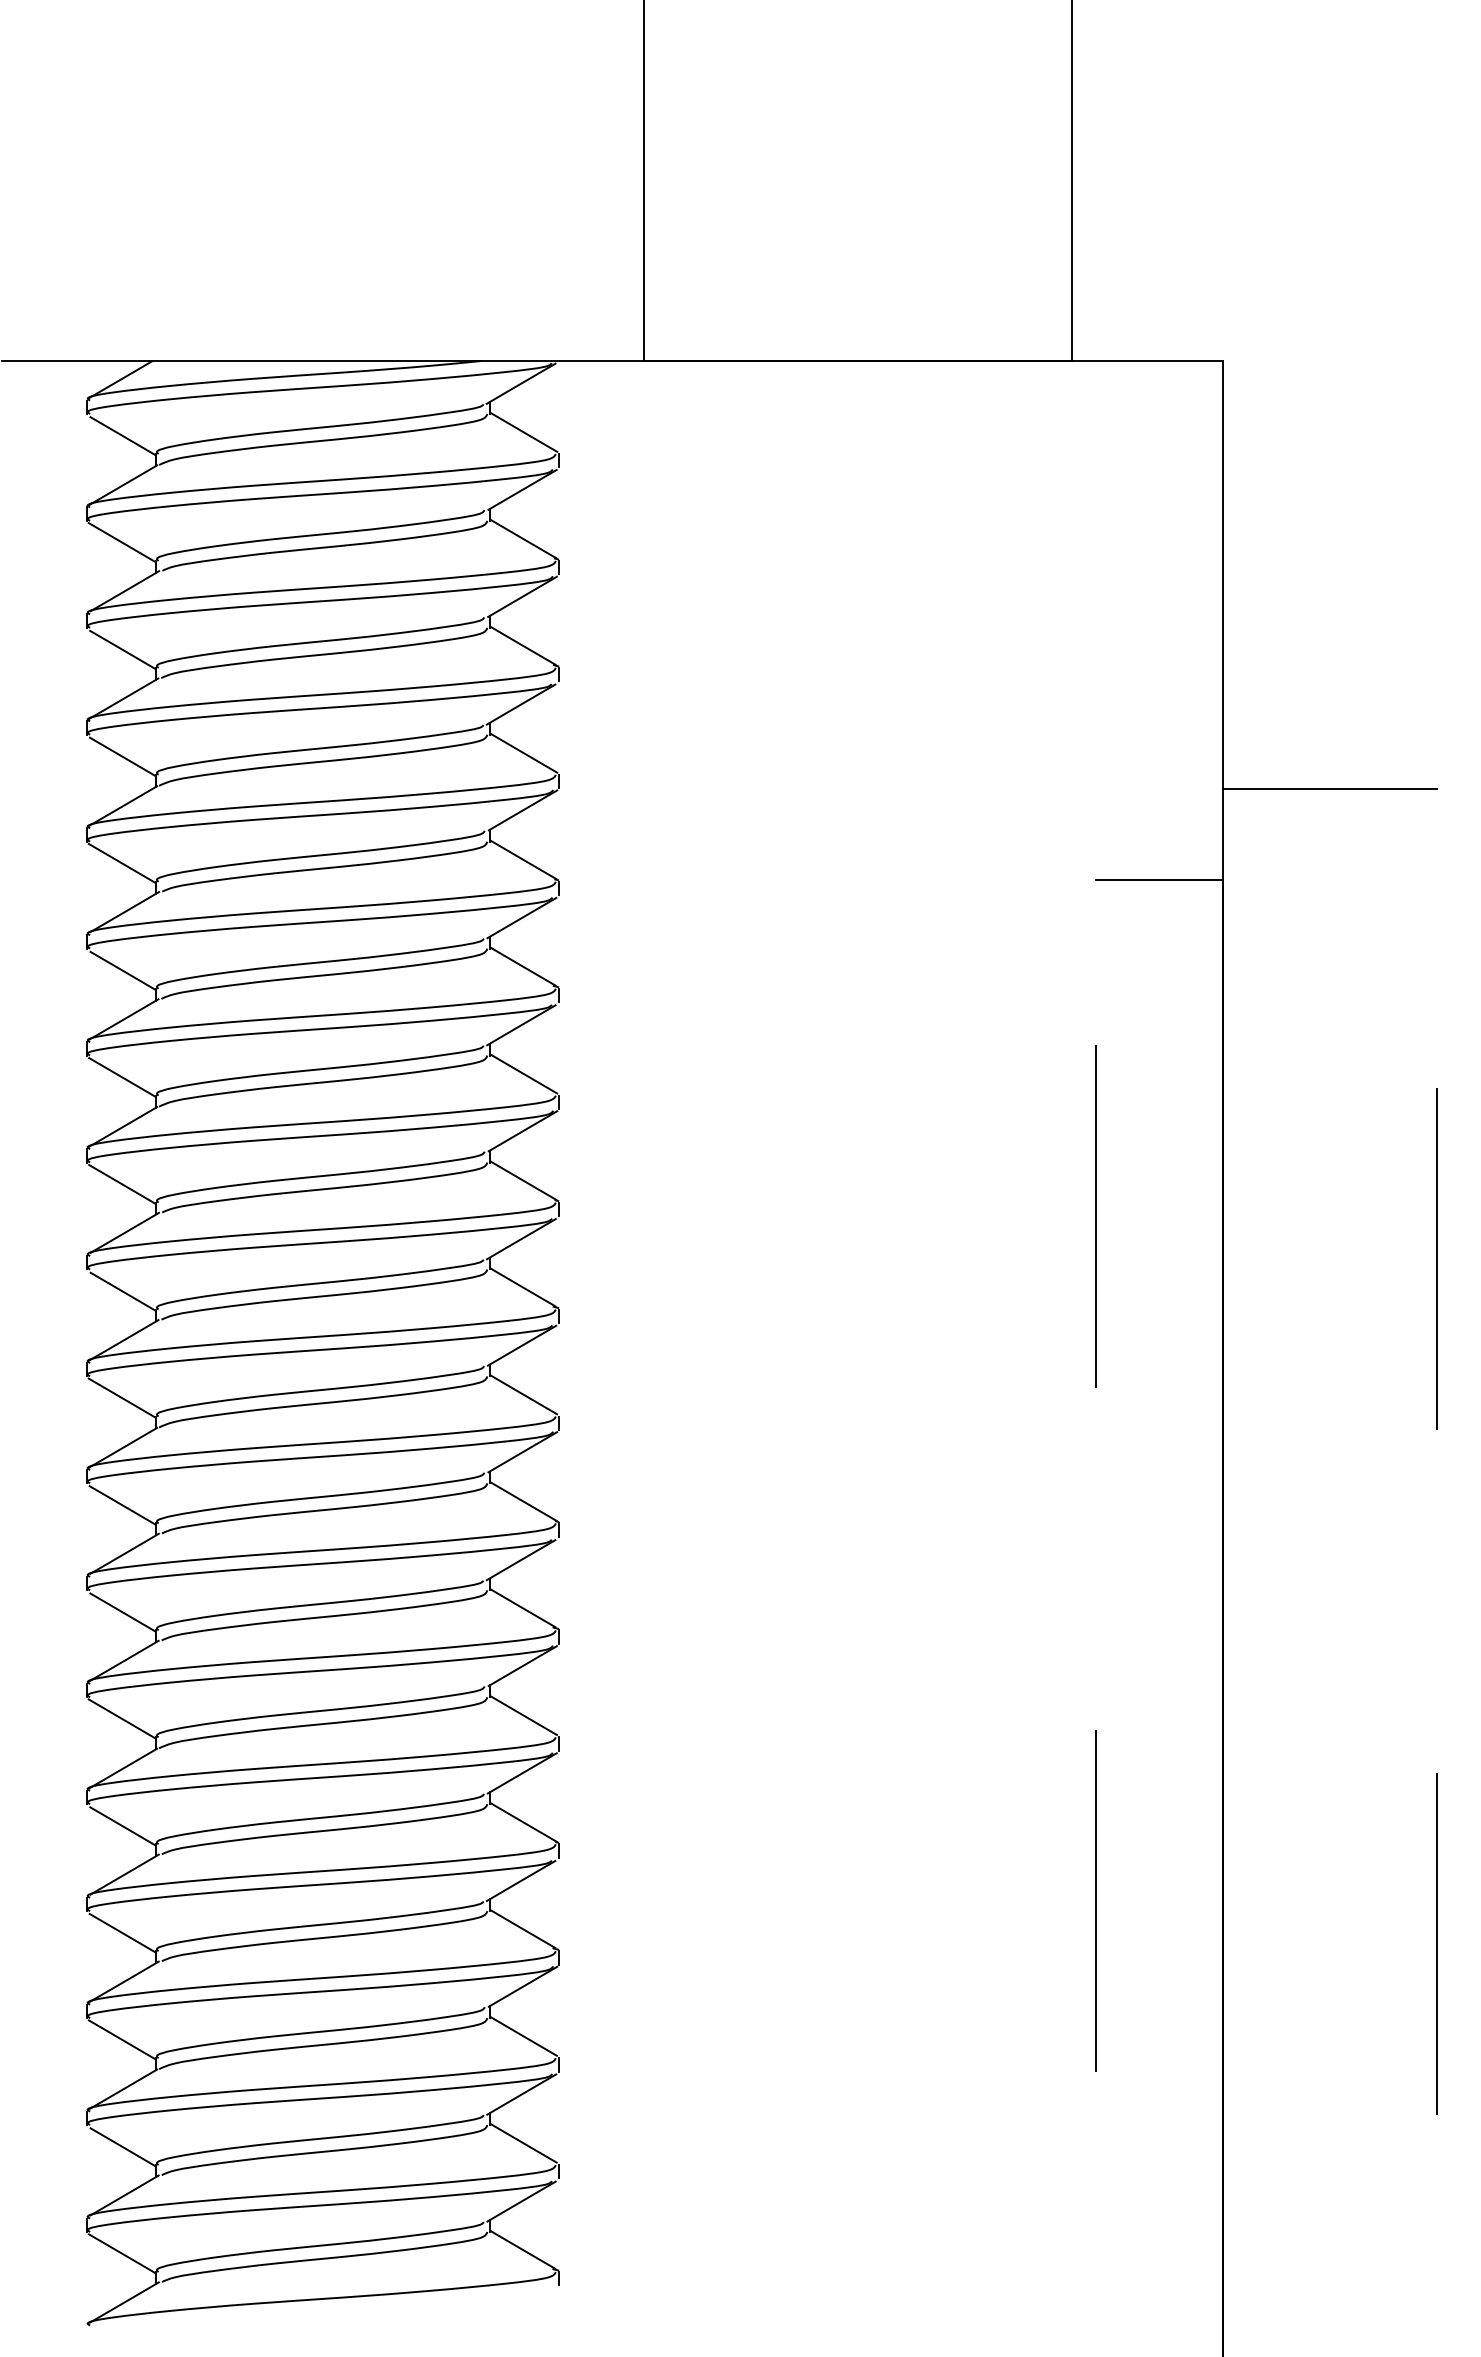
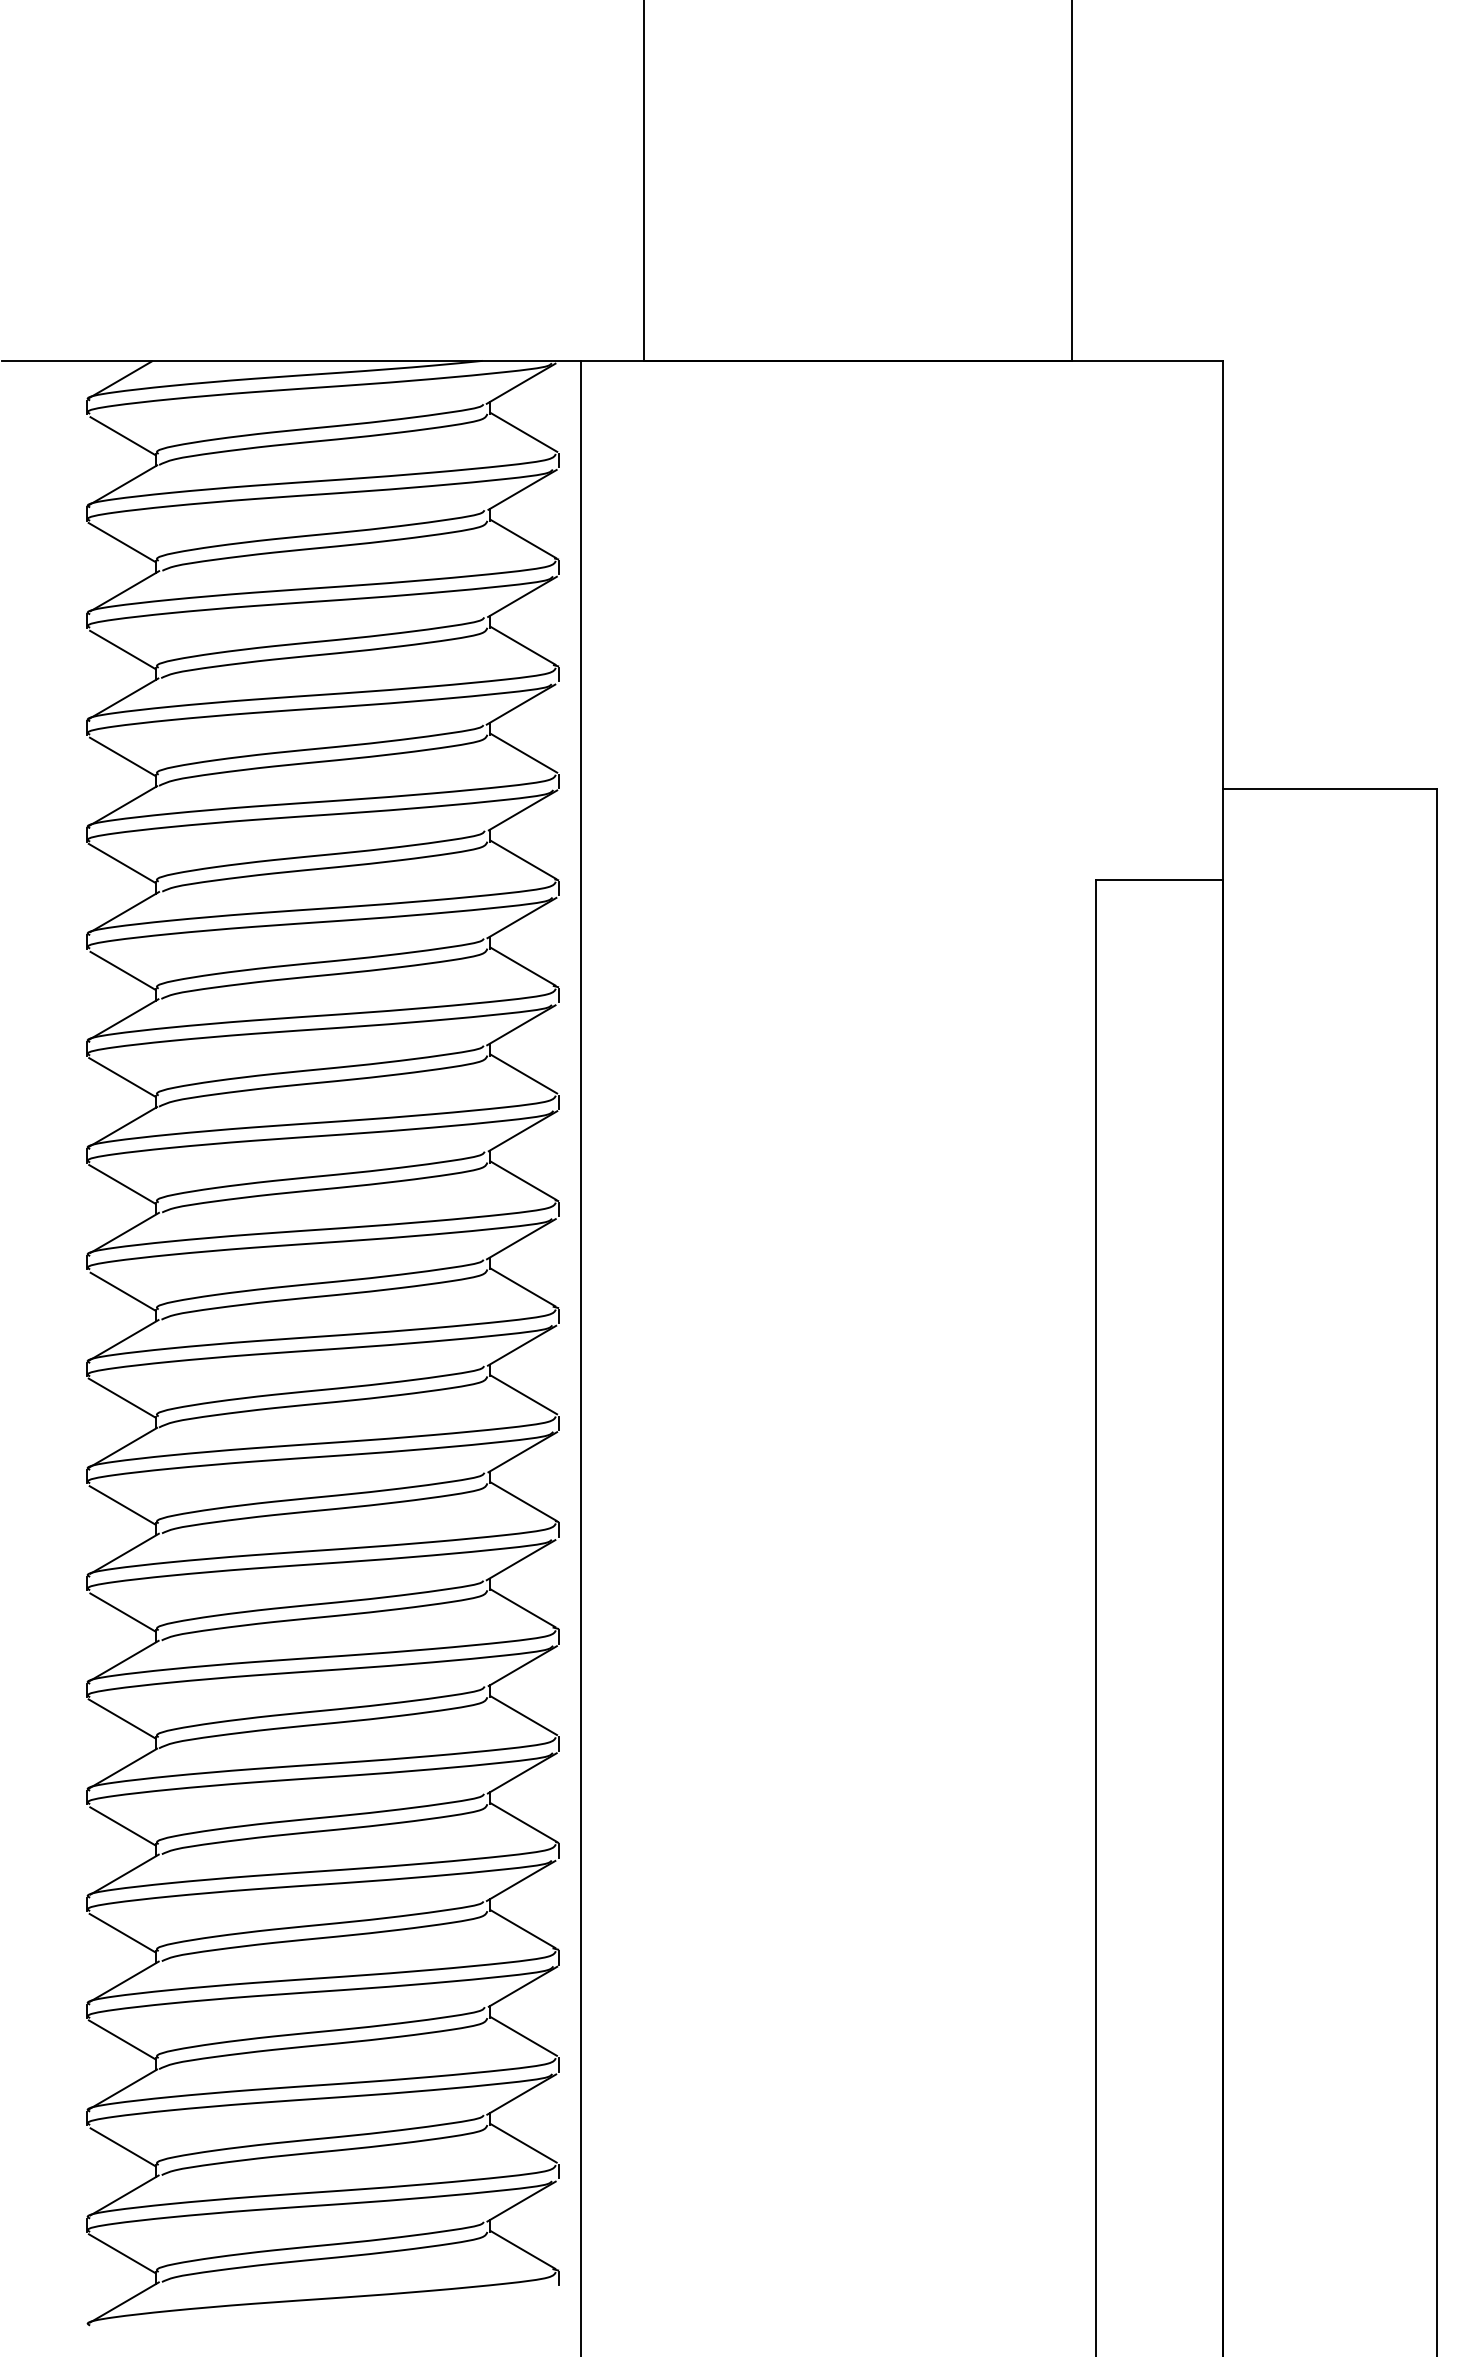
line at (581, 1356): none -> present
line at (1436, 1572): dashed -> solid
line at (1096, 1617): dashed -> solid
